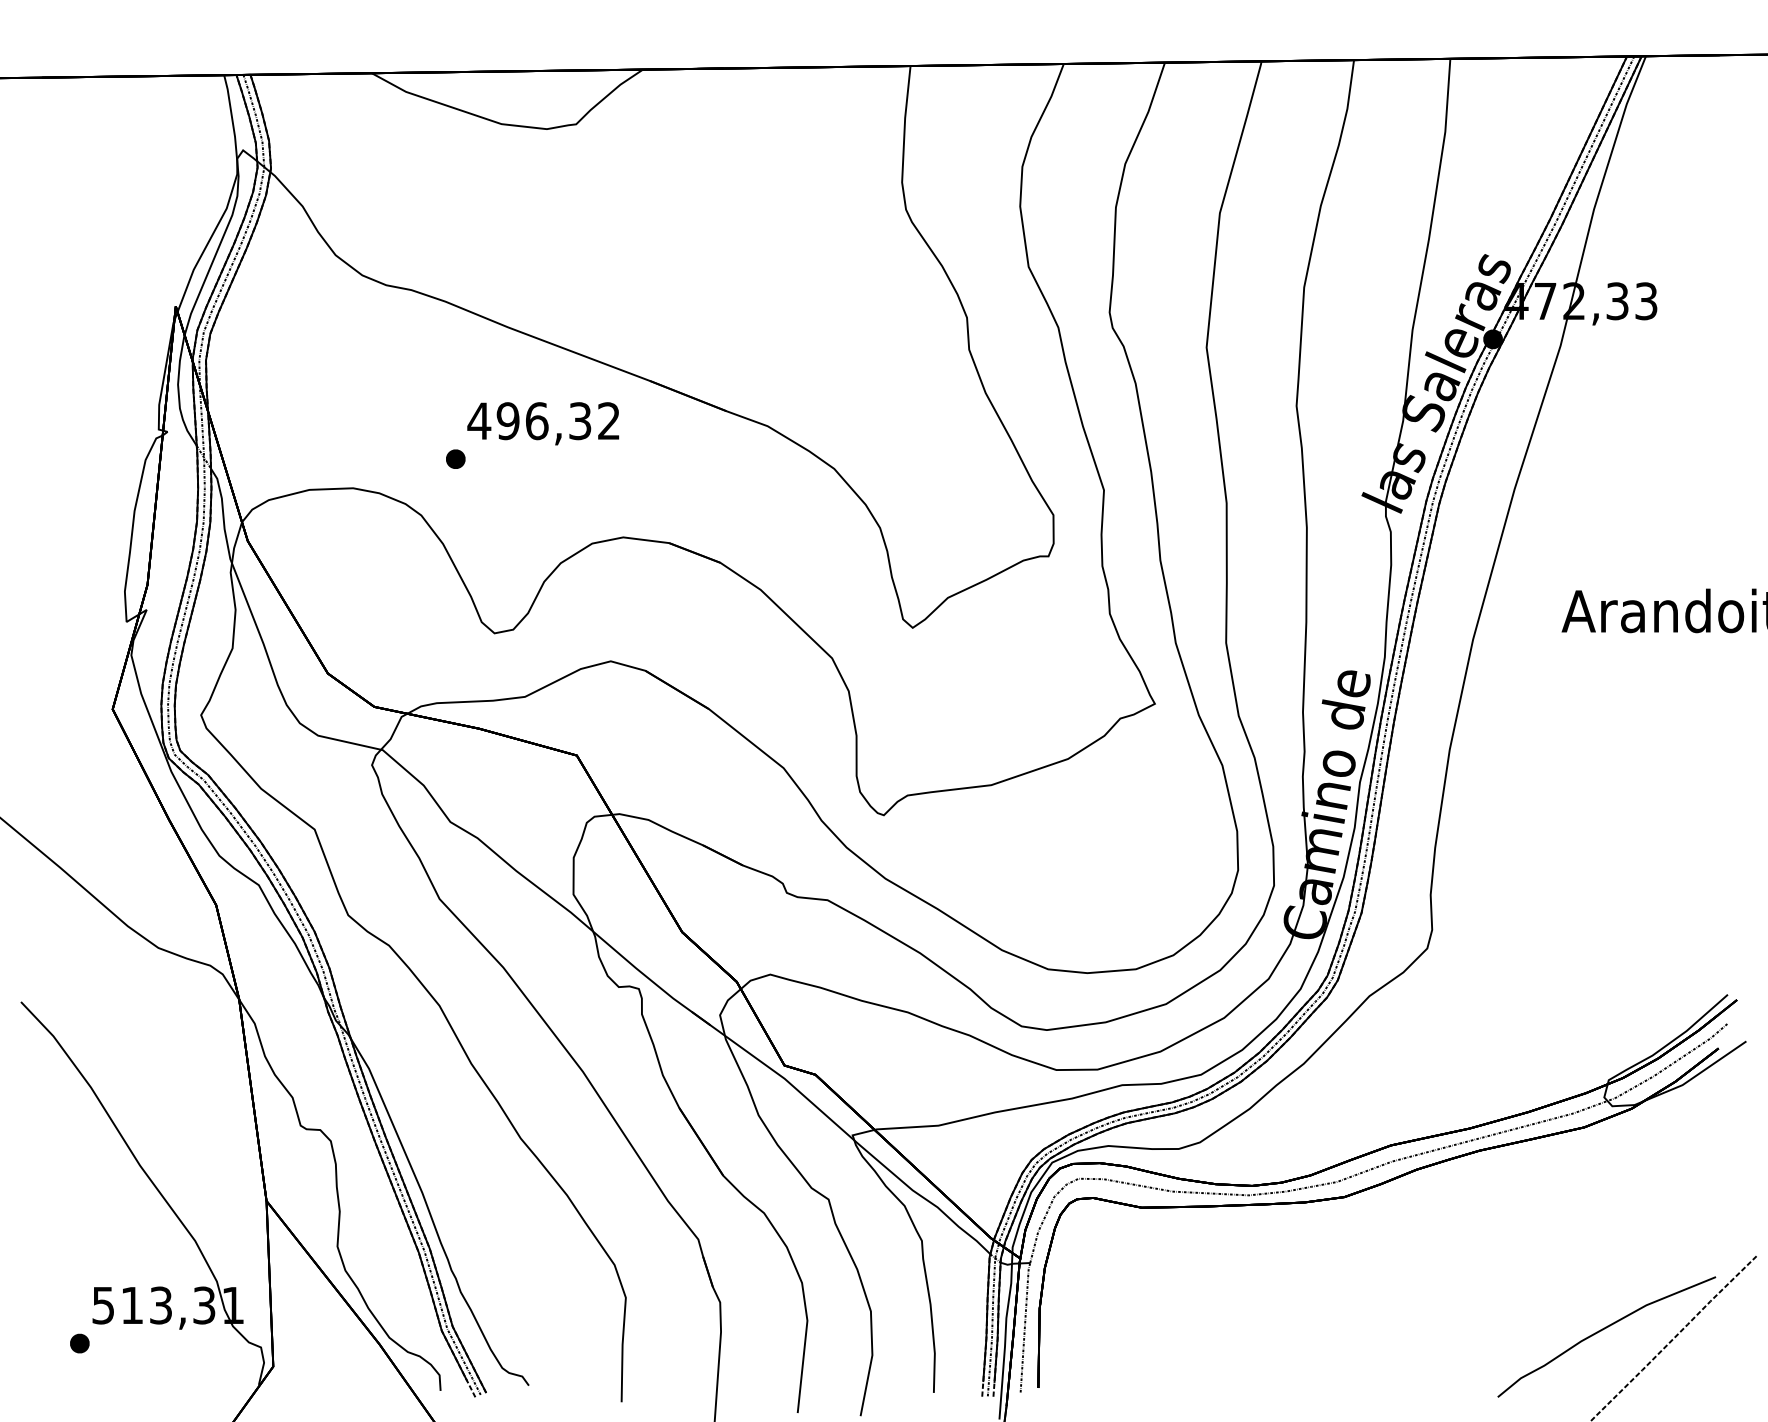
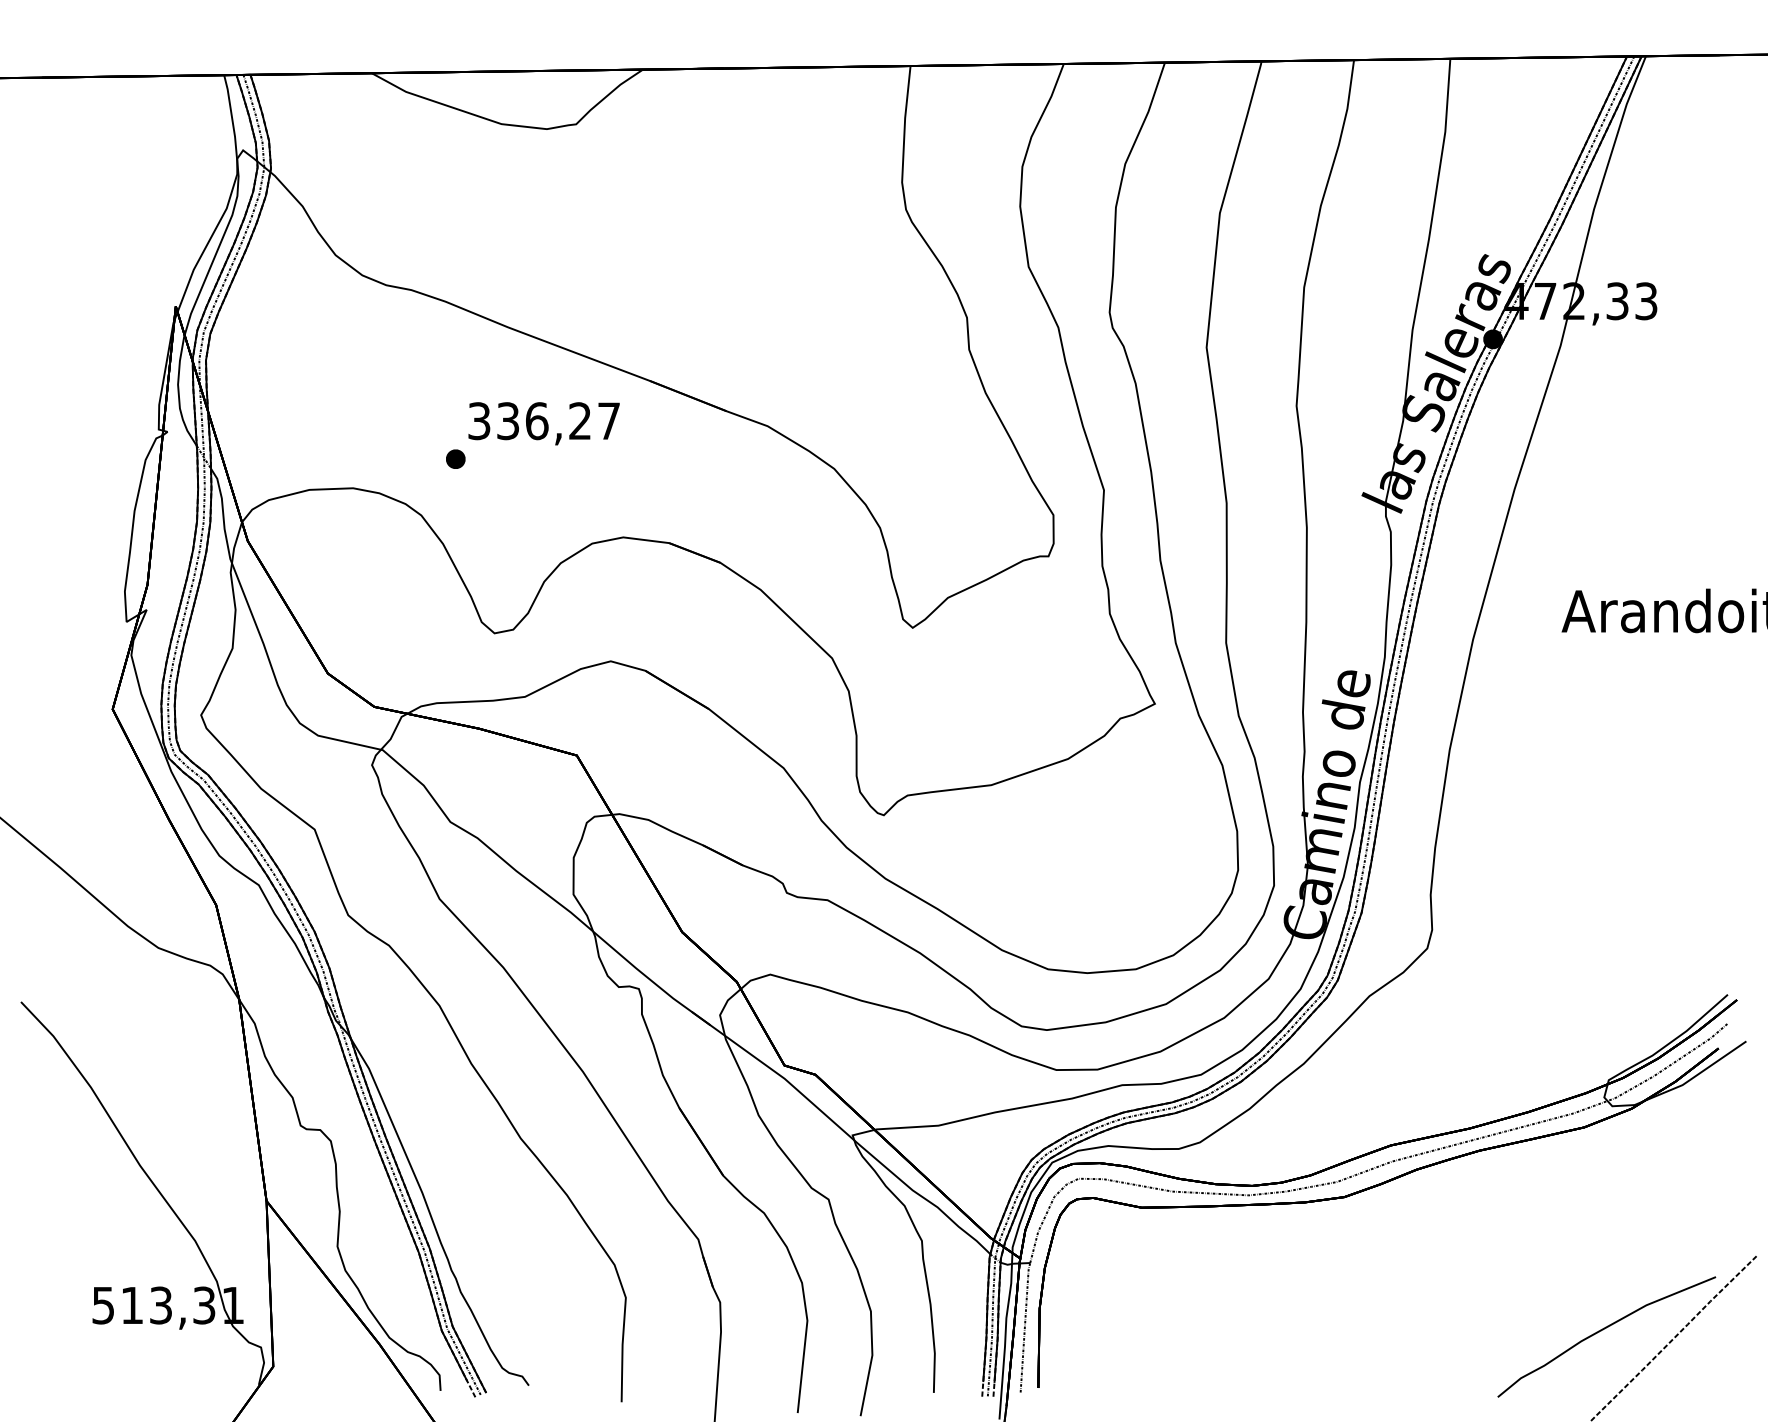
text at (543, 421): 496,32 -> 336,27
part at (79, 1343): present -> none
